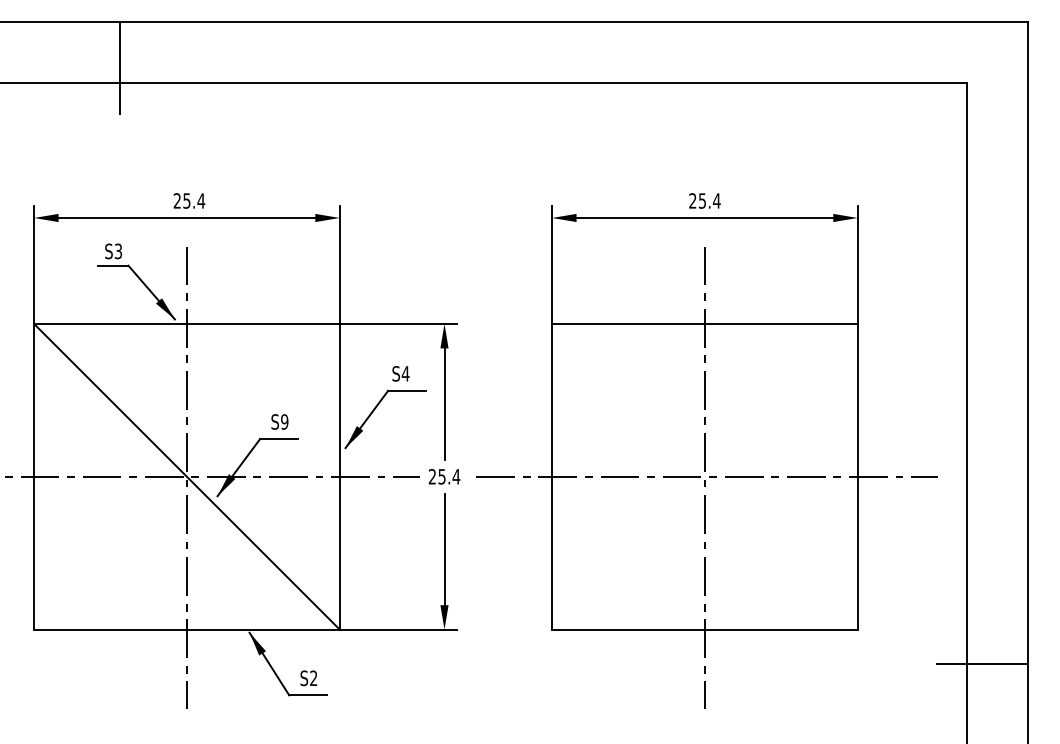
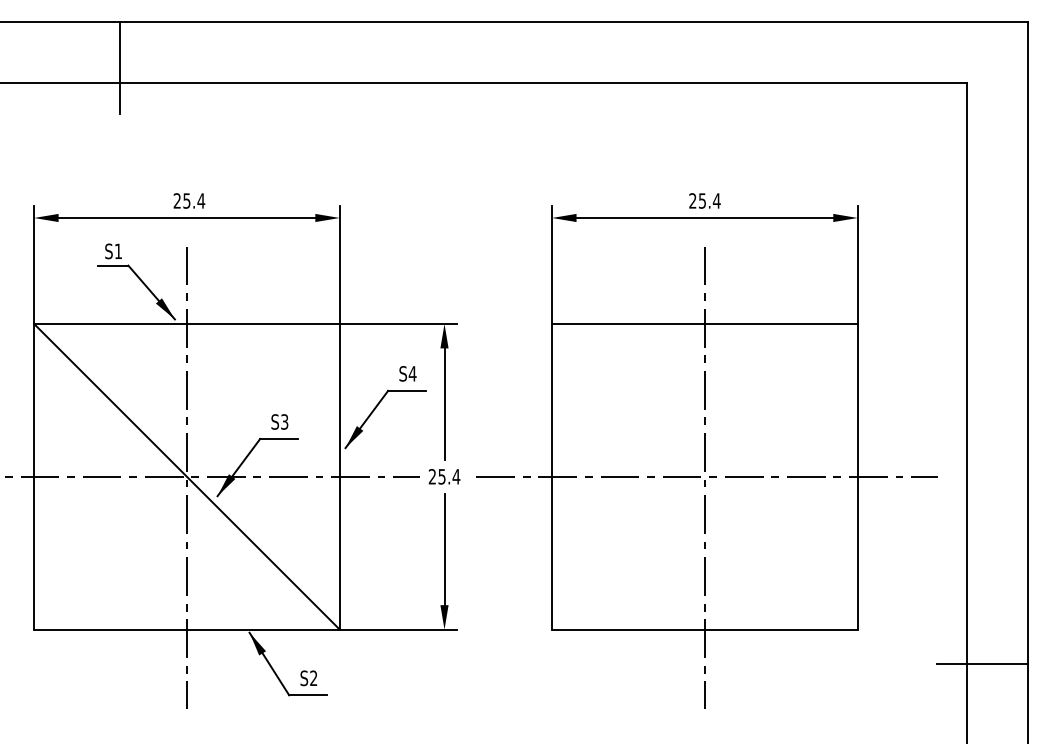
text at (118, 251): S3 -> S1
text at (400, 373) position: (400, 373) -> (407, 373)
text at (284, 421): S9 -> S3
